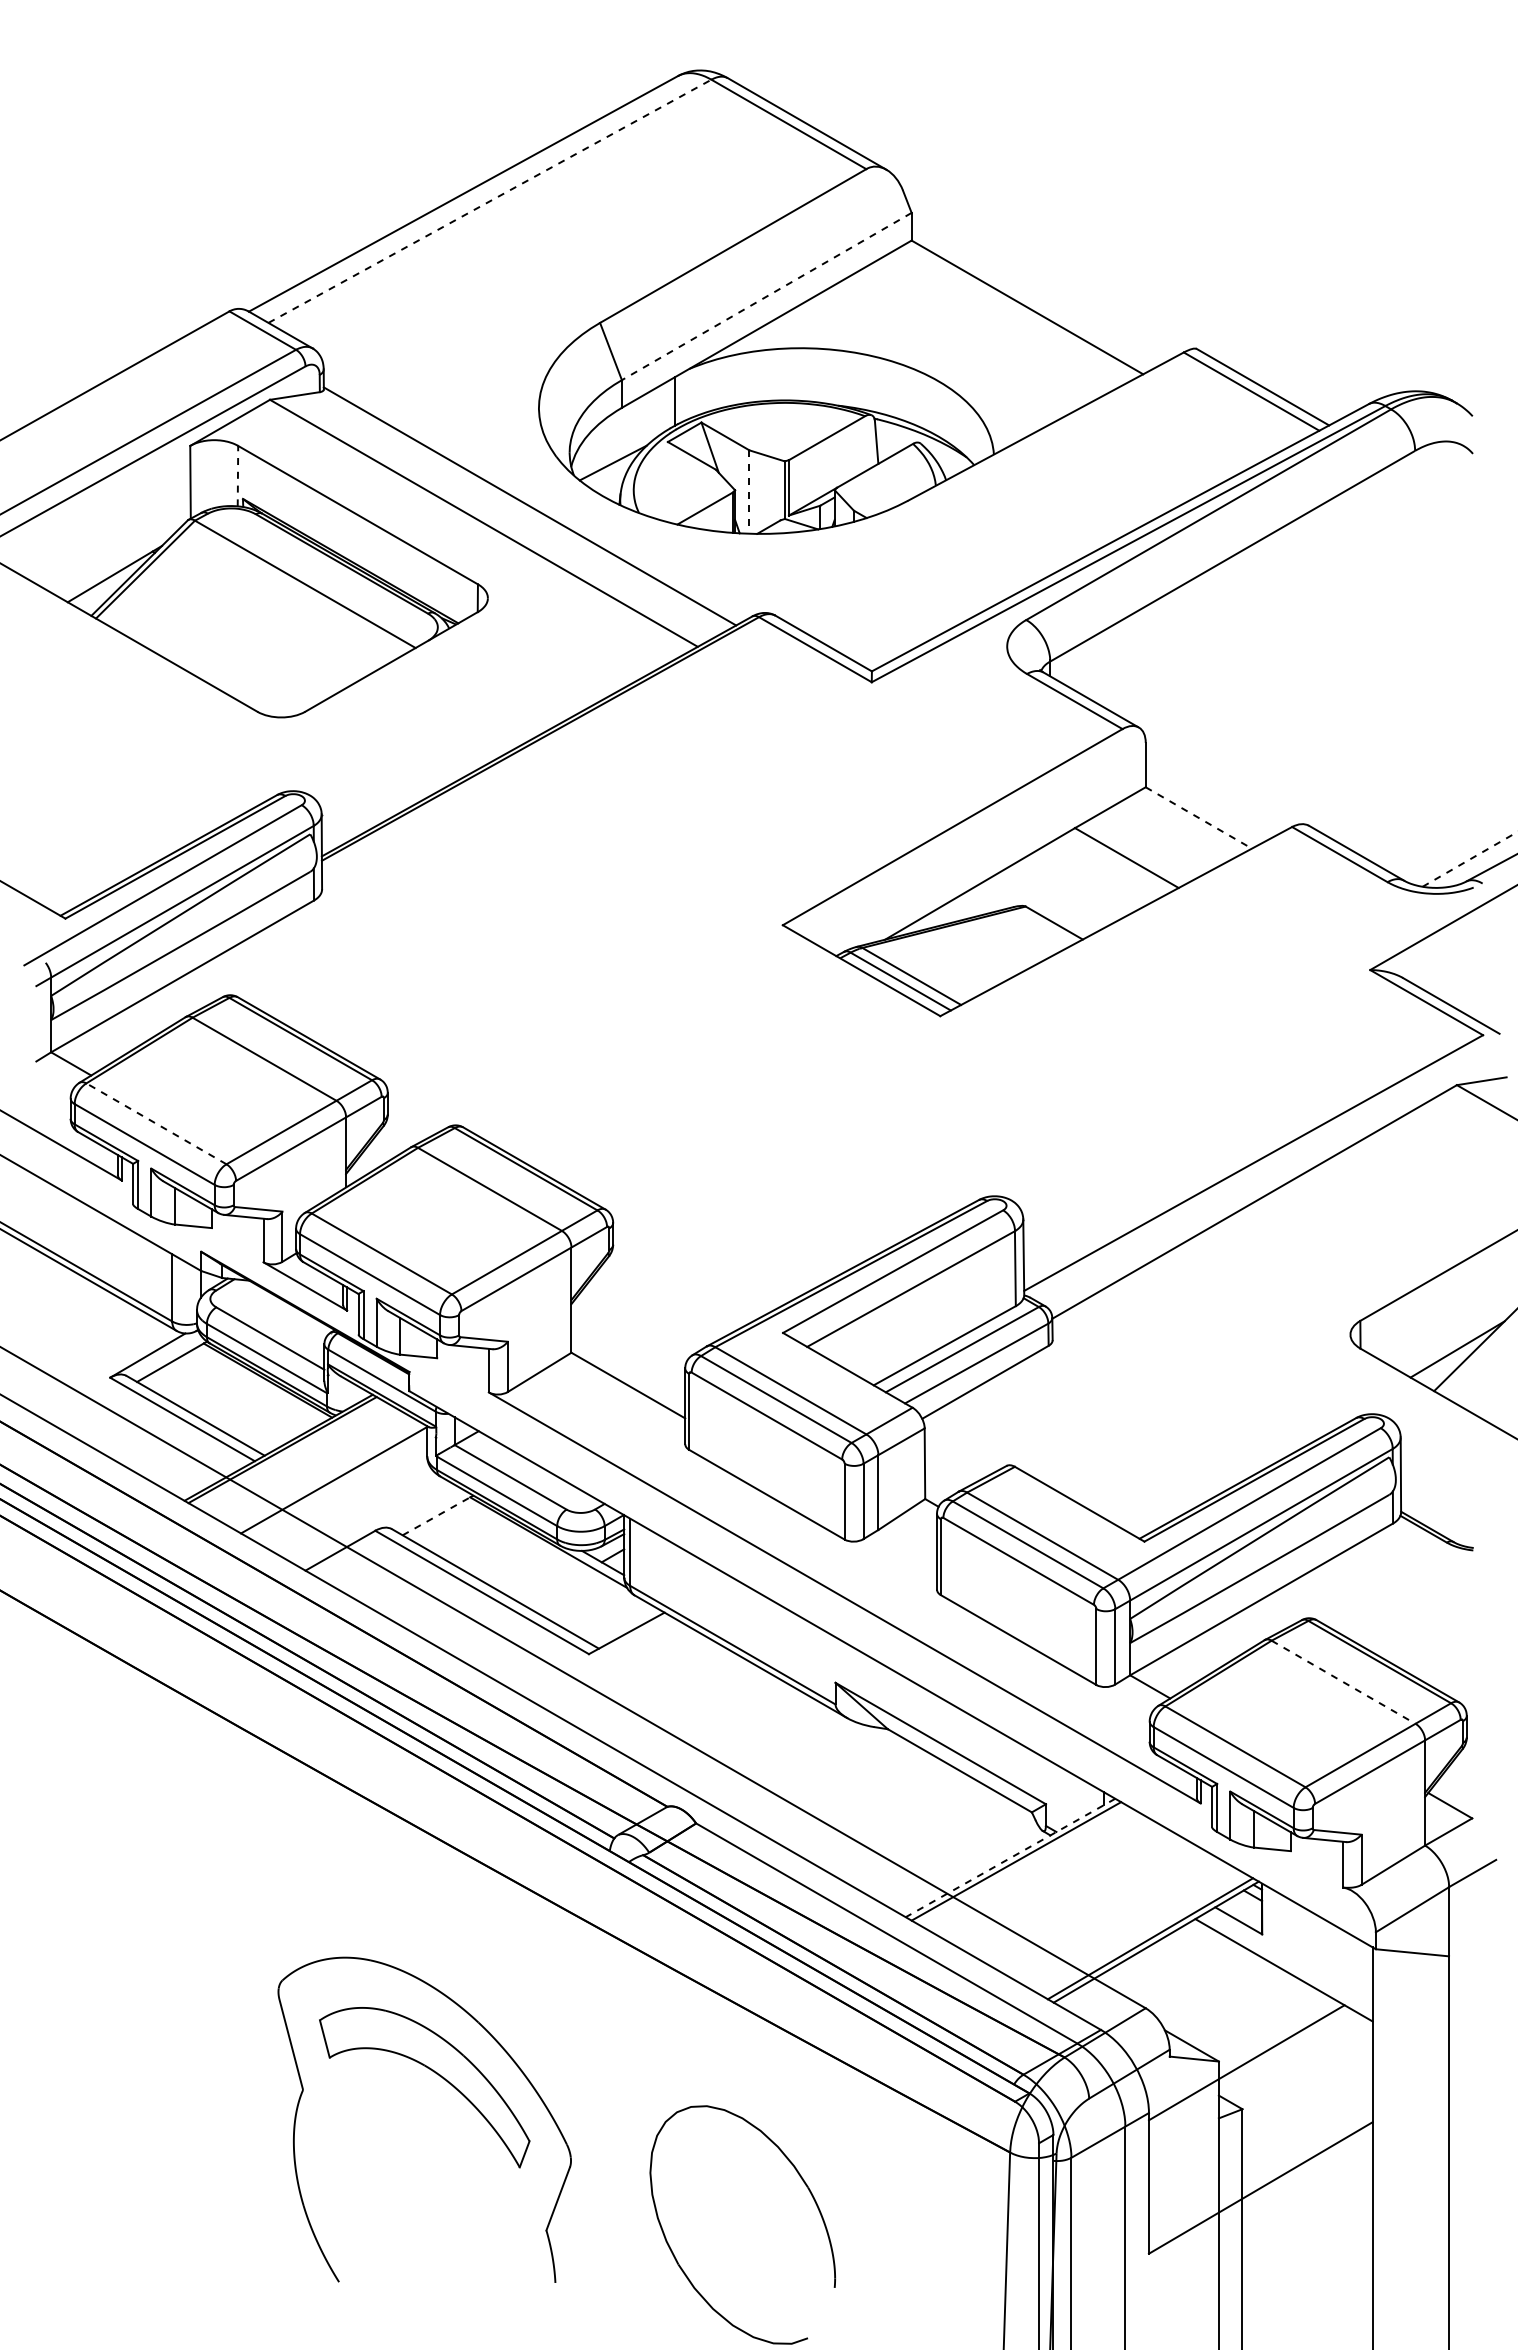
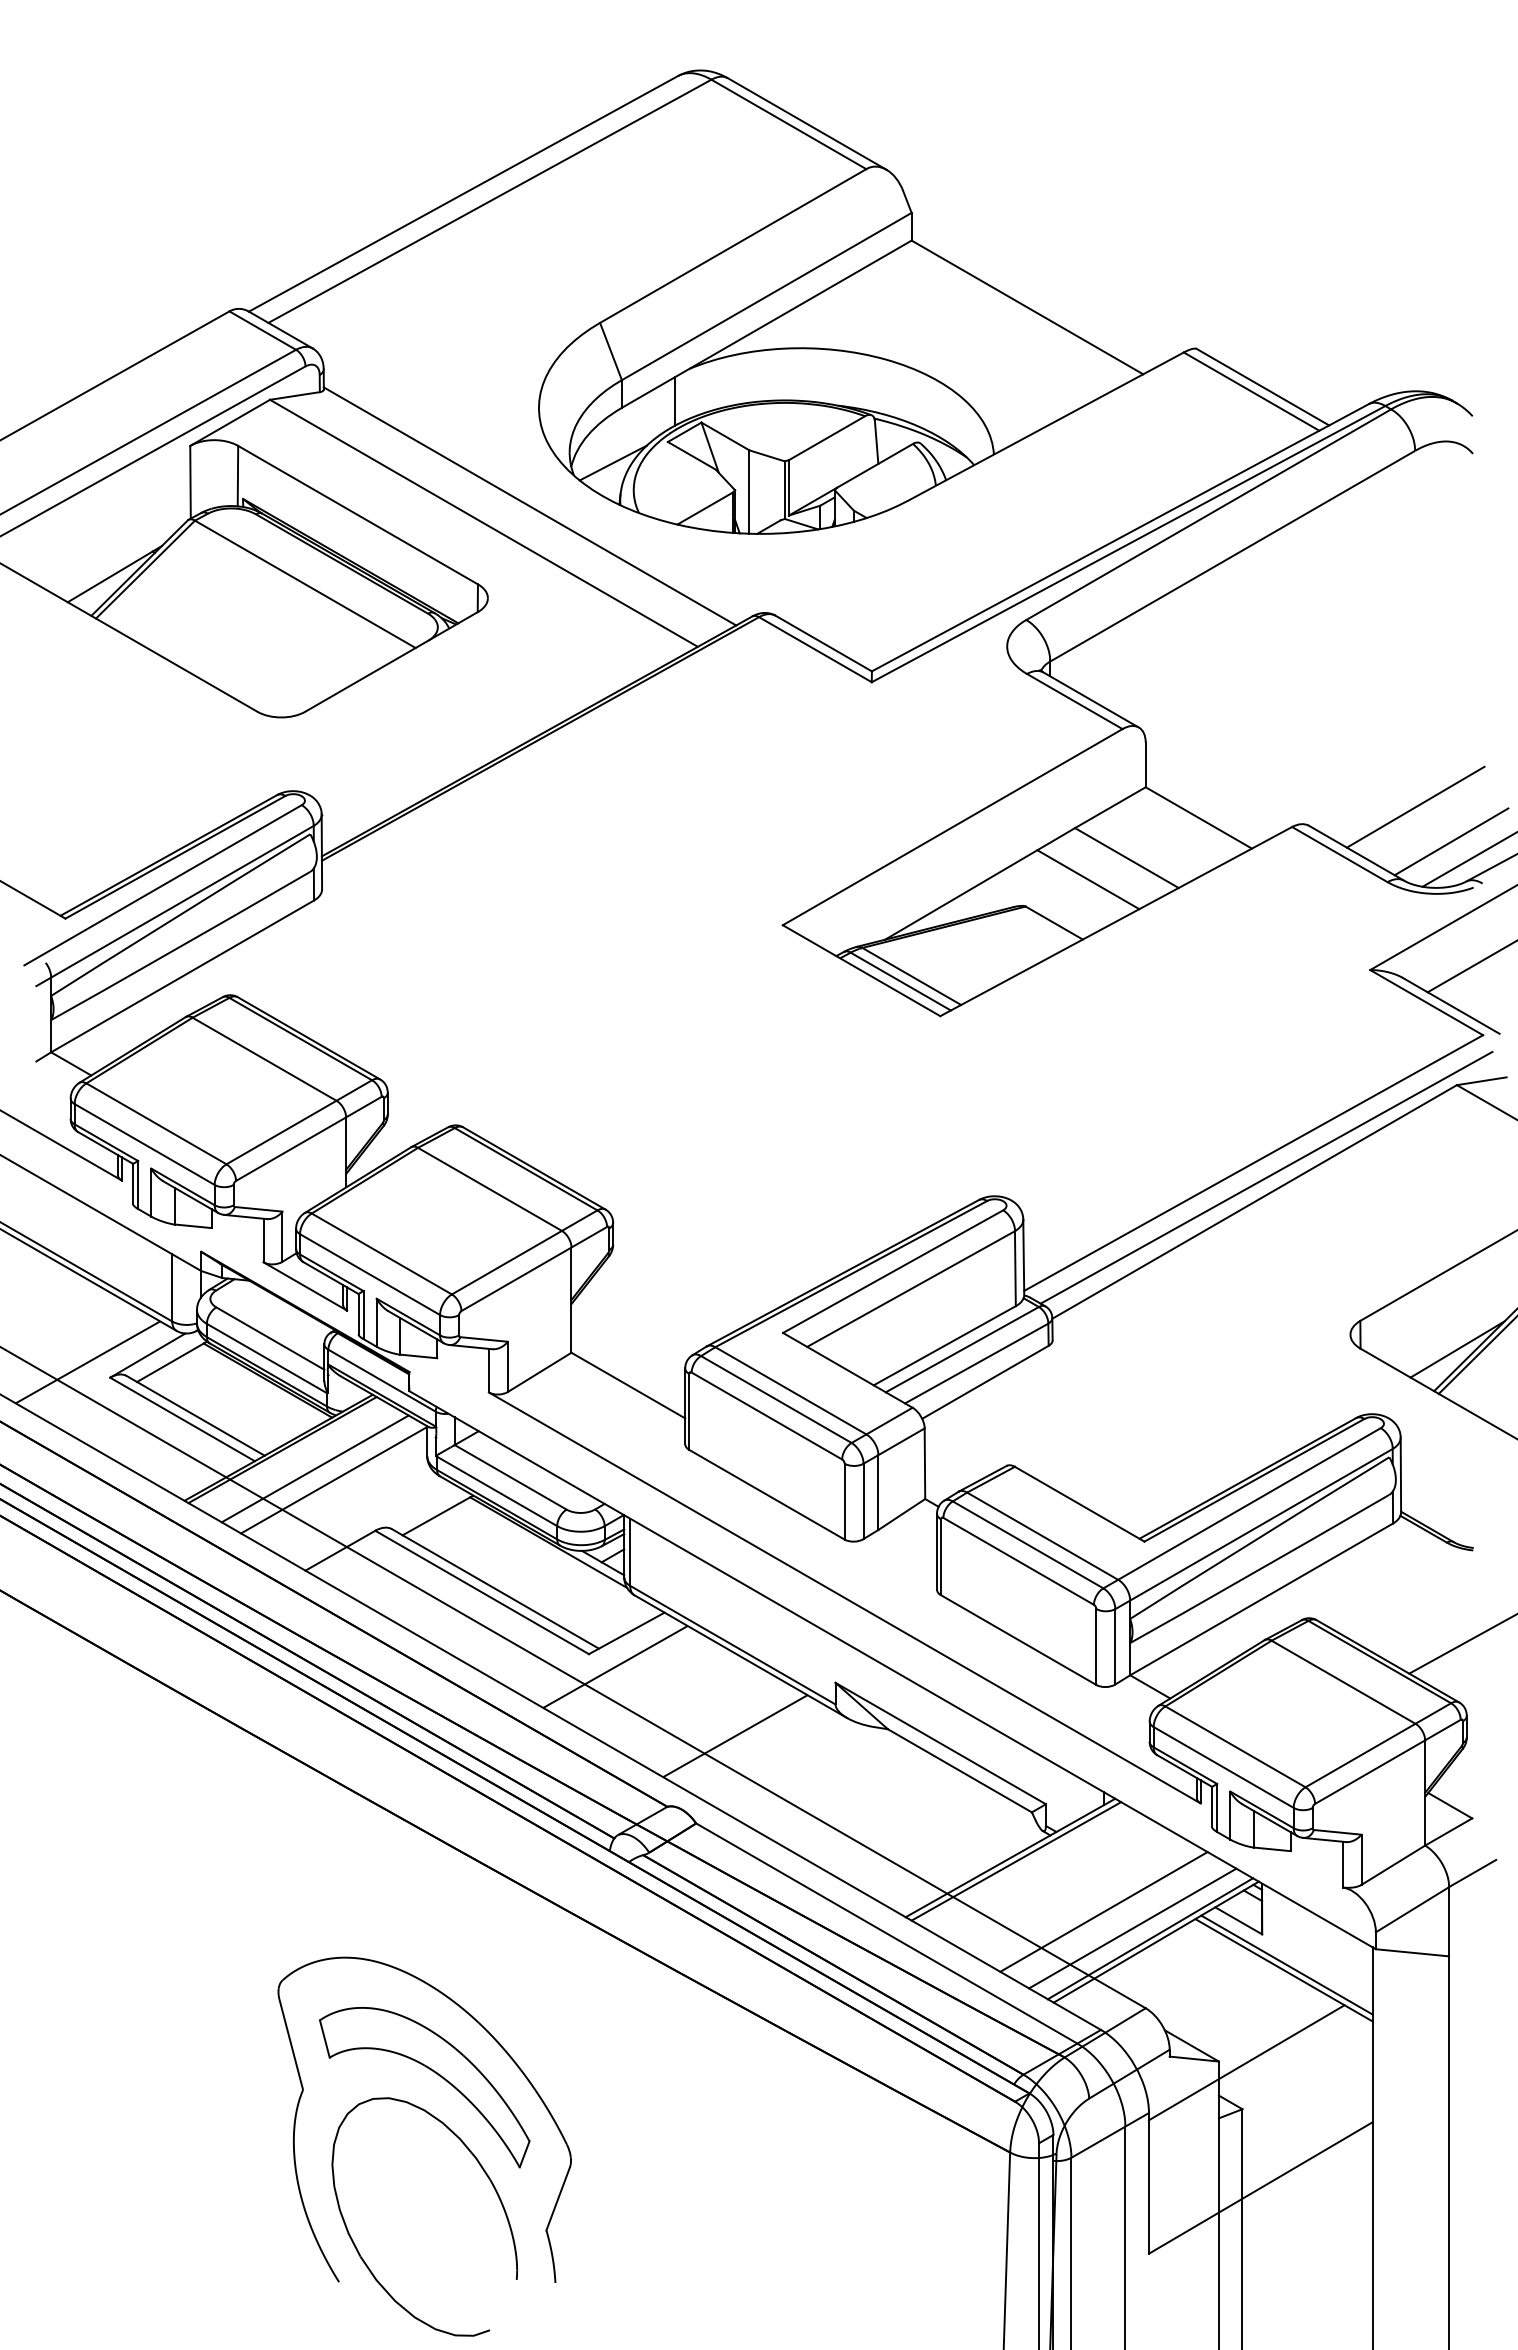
line at (489, 201): dashed -> solid
line at (766, 296): dashed -> solid
line at (237, 475): dashed -> solid
line at (749, 492): dashed -> solid
line at (1415, 806): none -> present
line at (1199, 818): dashed -> solid
line at (1451, 841): none -> present
line at (1470, 859): dashed -> solid
line at (1088, 879): none -> present
line at (1470, 967): none -> present
line at (156, 1123): dashed -> solid
line at (1266, 1177): none -> present
line at (1476, 1355): none -> present
line at (87, 1362): none -> present
line at (314, 1468): none -> present
line at (436, 1516): dashed -> solid
line at (1461, 1644): none -> present
line at (615, 1666): none -> present
line at (1344, 1682): dashed -> solid
line at (735, 1736): none -> present
line at (1010, 1858): dashed -> solid
line at (1103, 1911): none -> present
line at (1132, 1928): none -> present
line at (1286, 1964): none -> present
part at (806, 2187) position: (806, 2187) -> (488, 2179)
